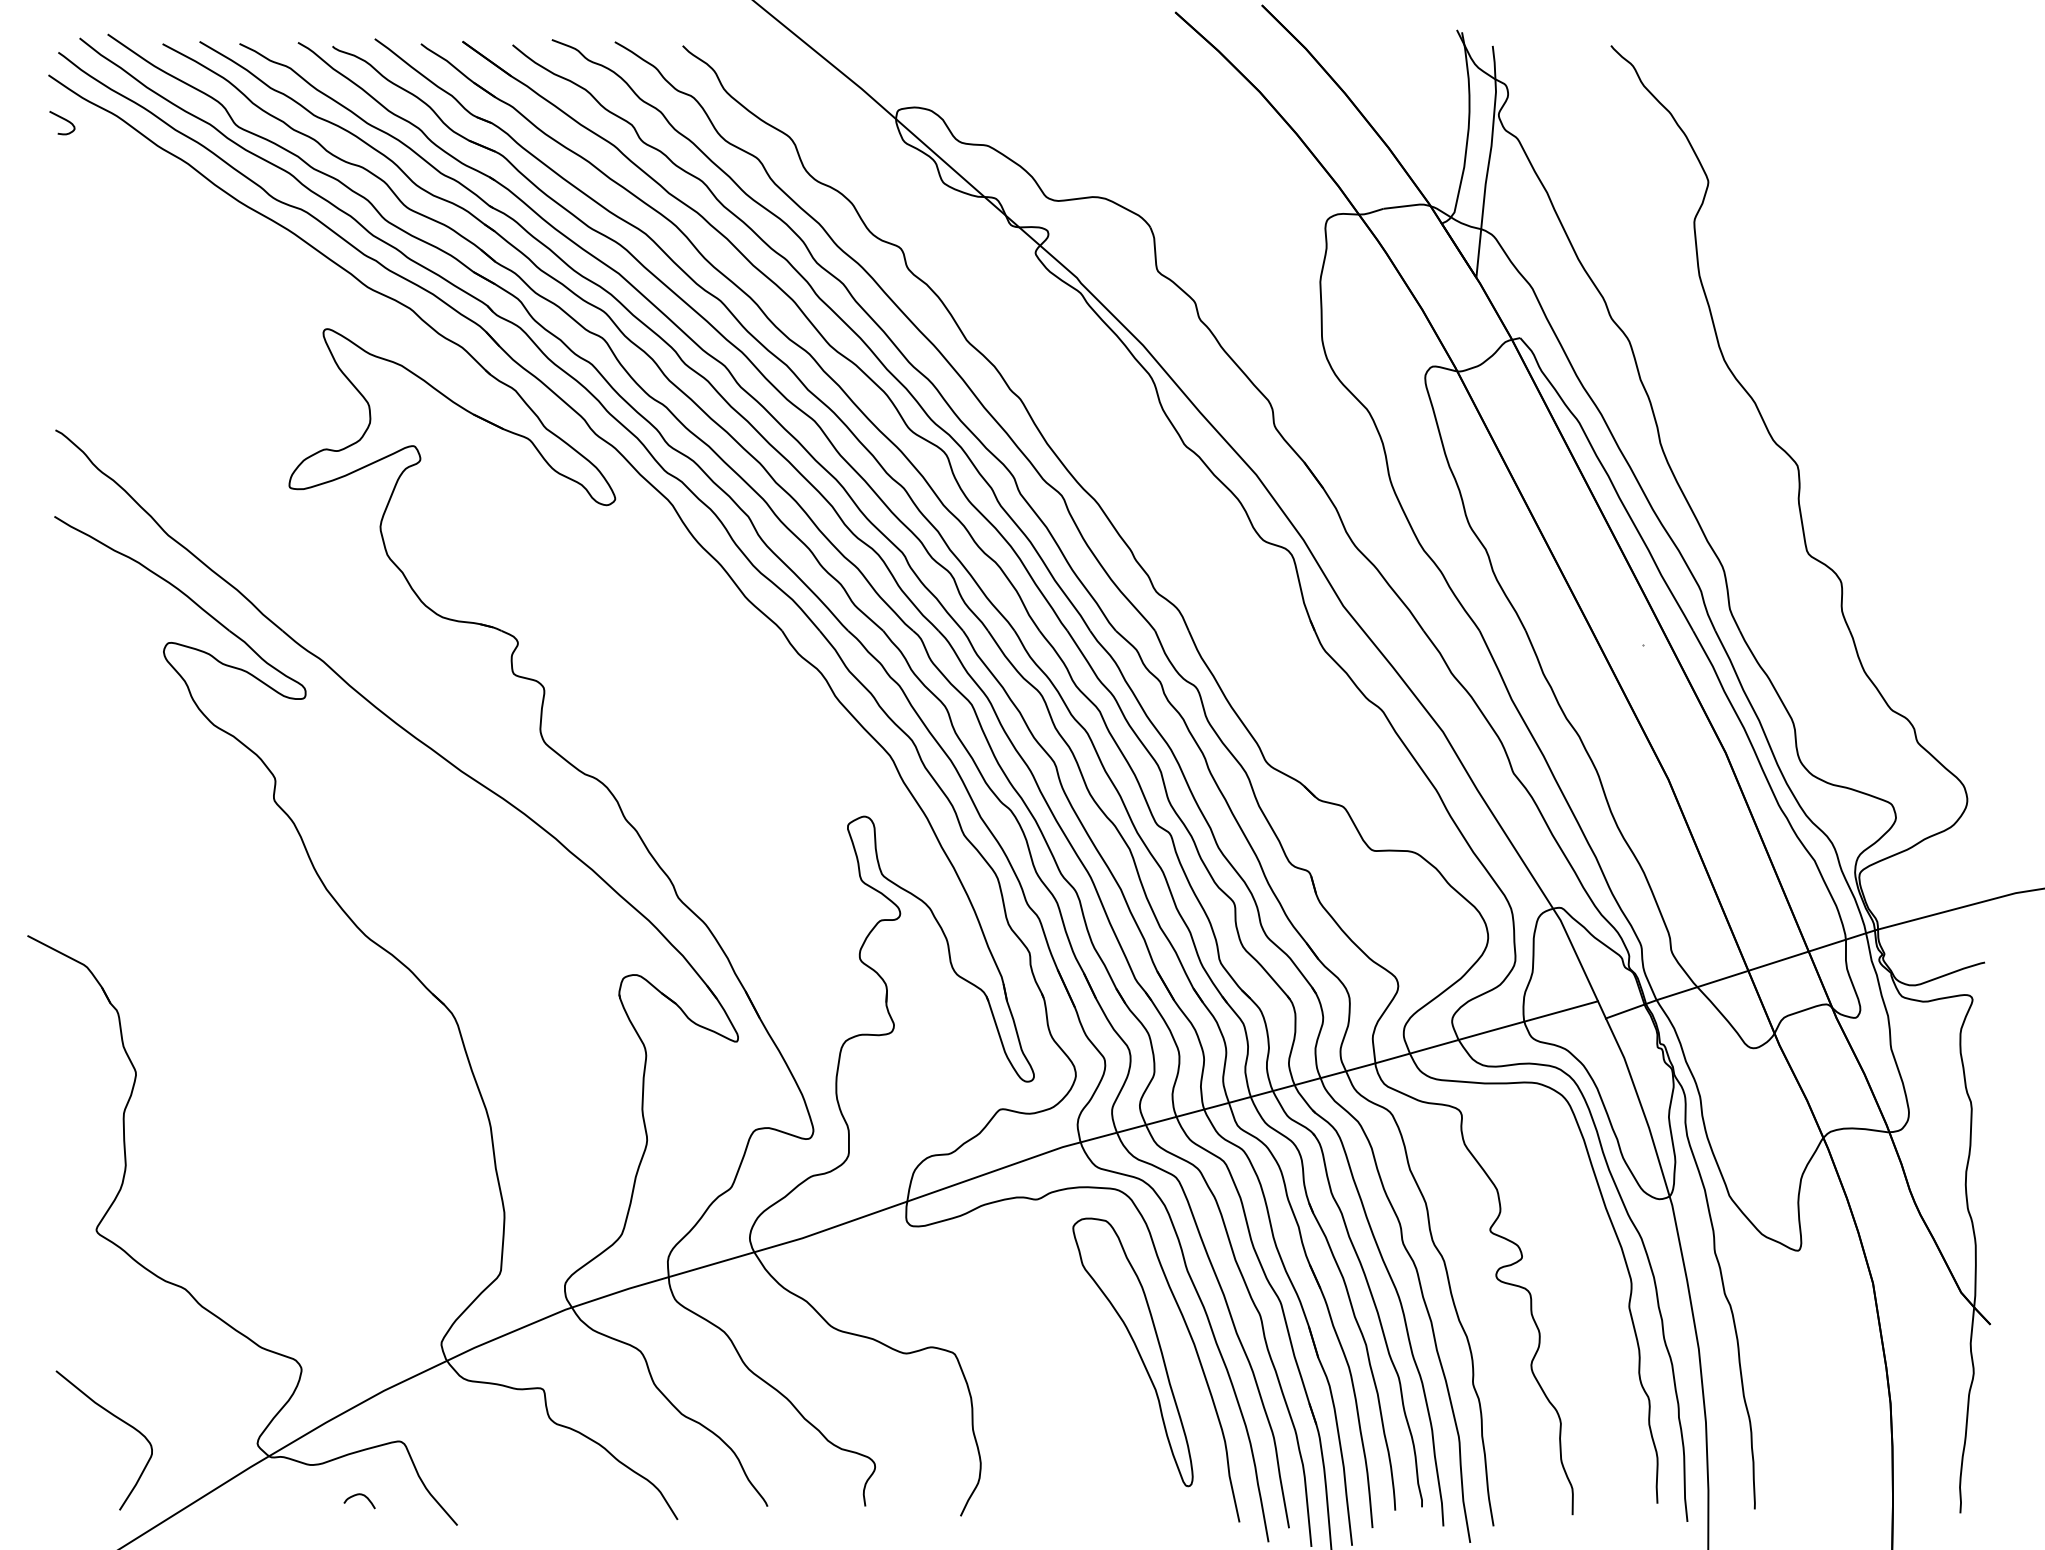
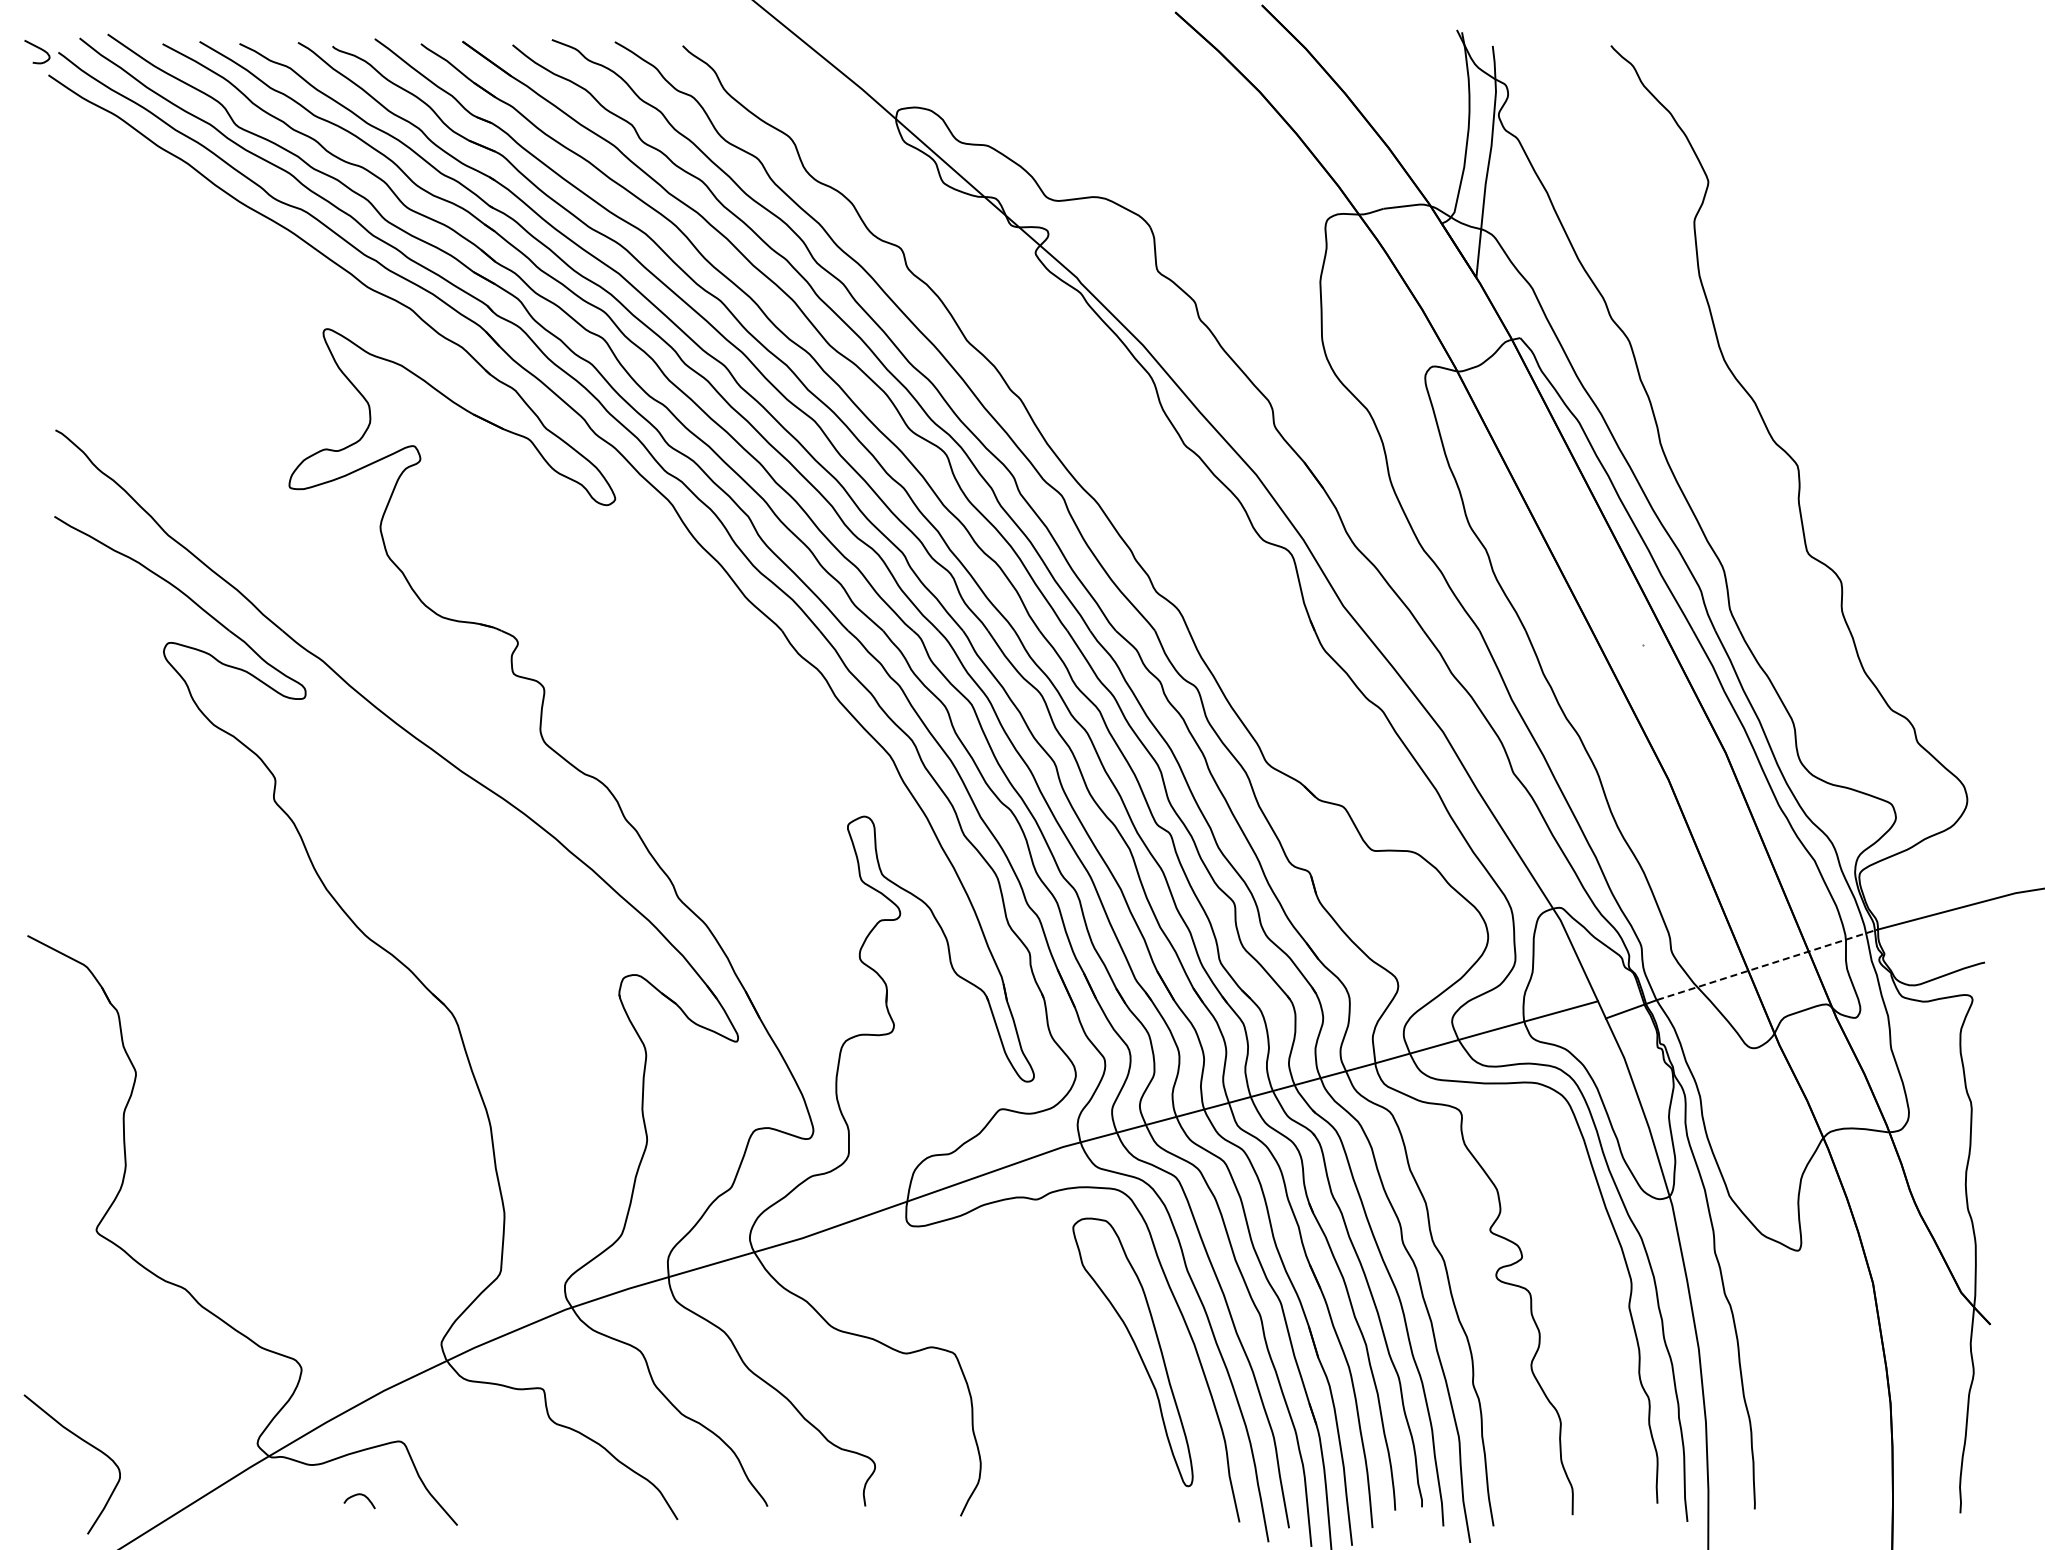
curve at (64, 120) position: (64, 120) -> (39, 49)
line at (1766, 965): solid -> dashed
curve at (116, 1418) position: (116, 1418) -> (84, 1442)
